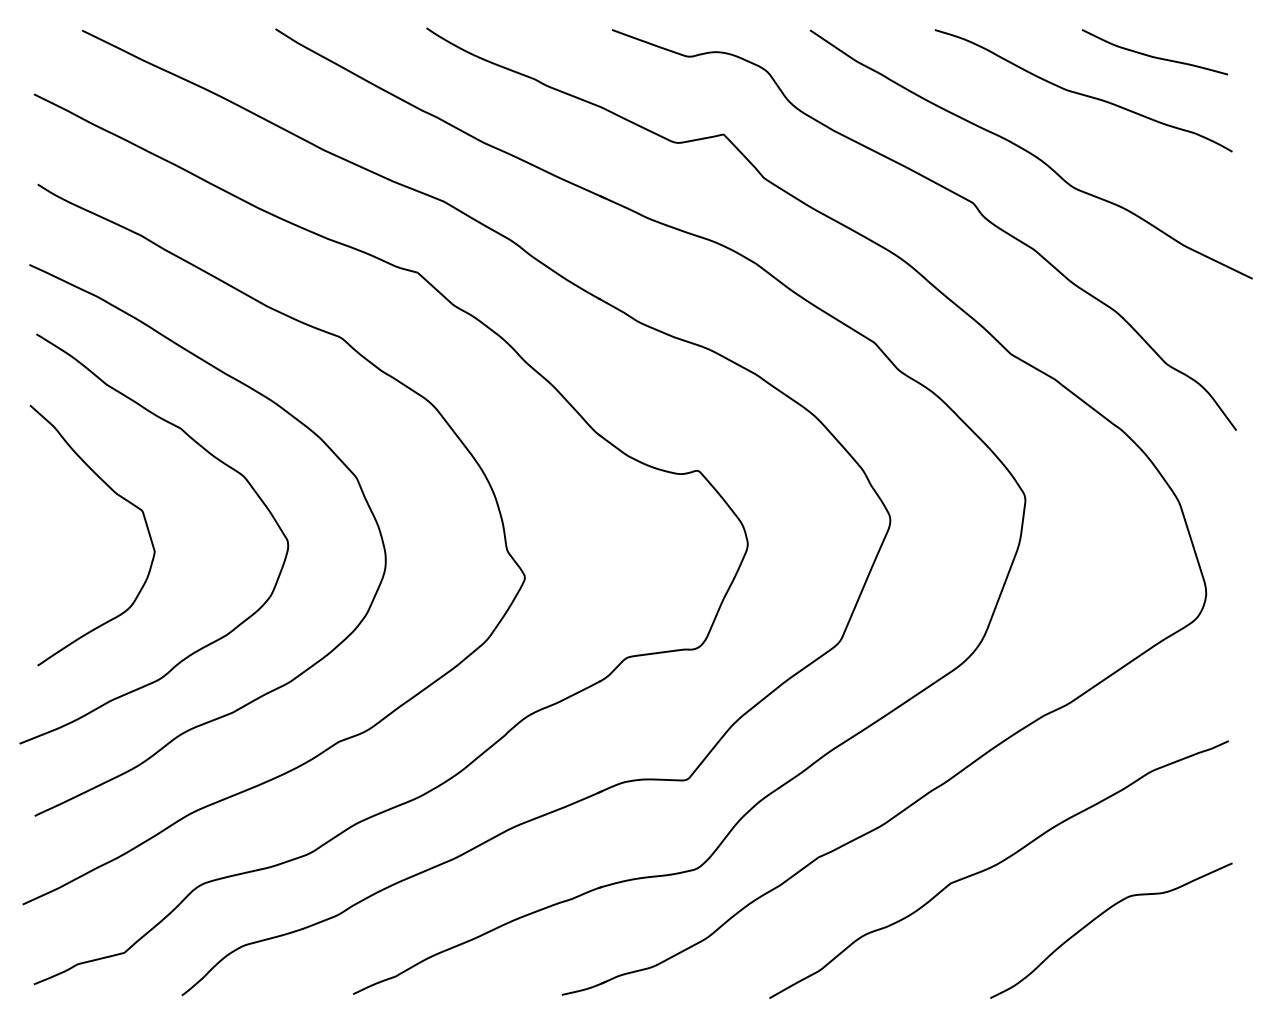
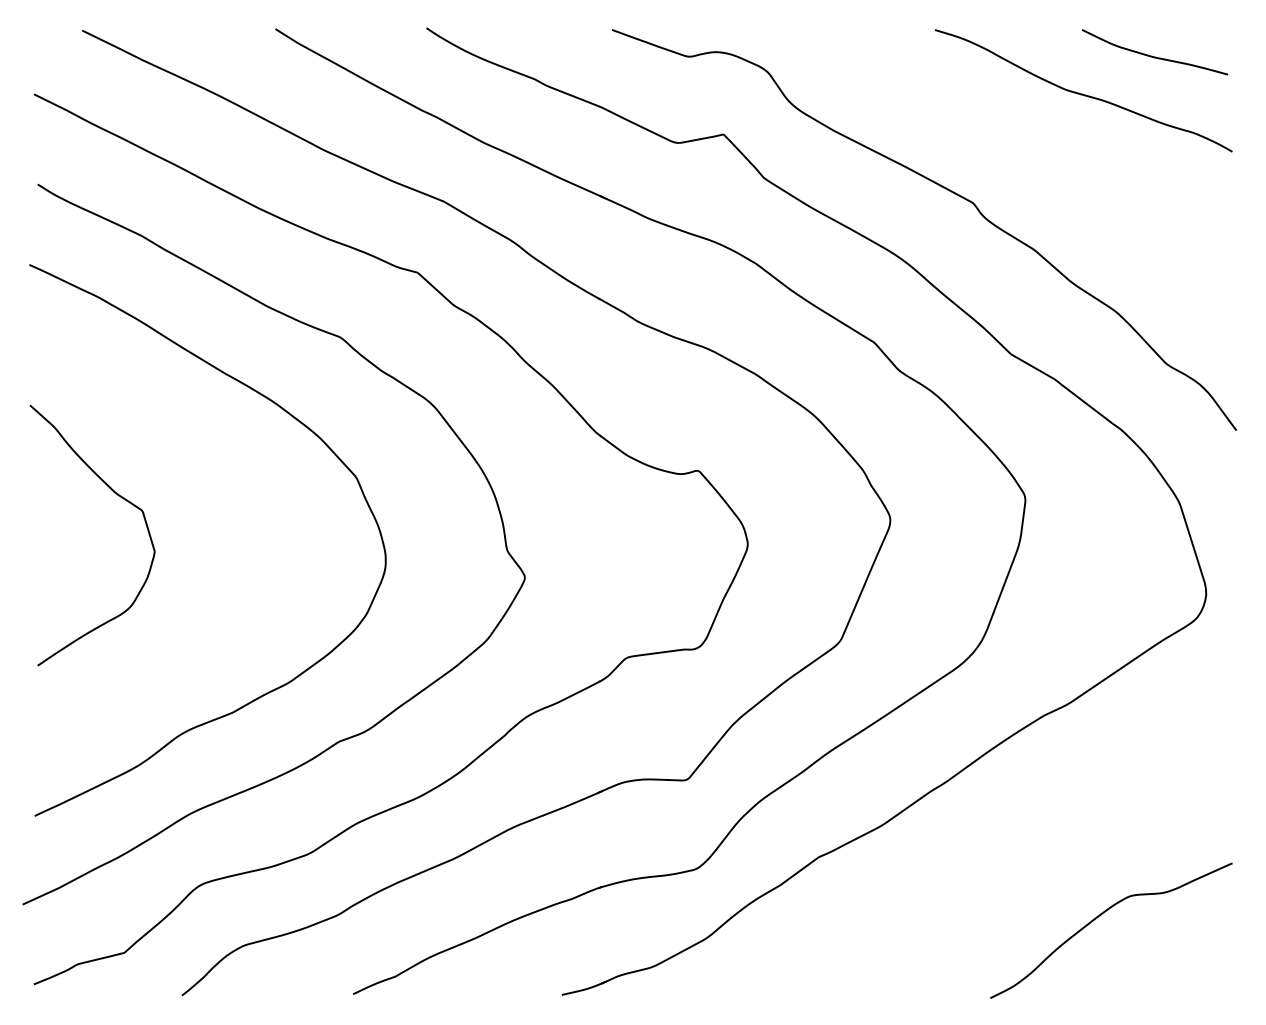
curve at (1031, 154): present -> none
curve at (213, 457): present -> none
curve at (997, 865): present -> none
